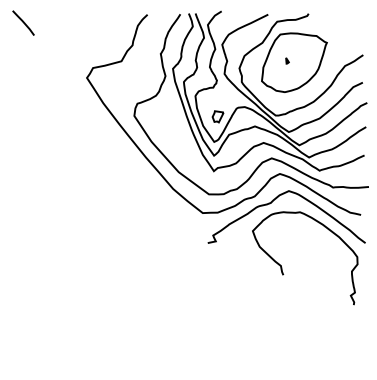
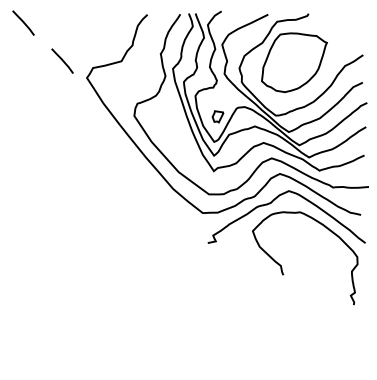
line at (62, 60): none -> present
part at (287, 60): present -> none
